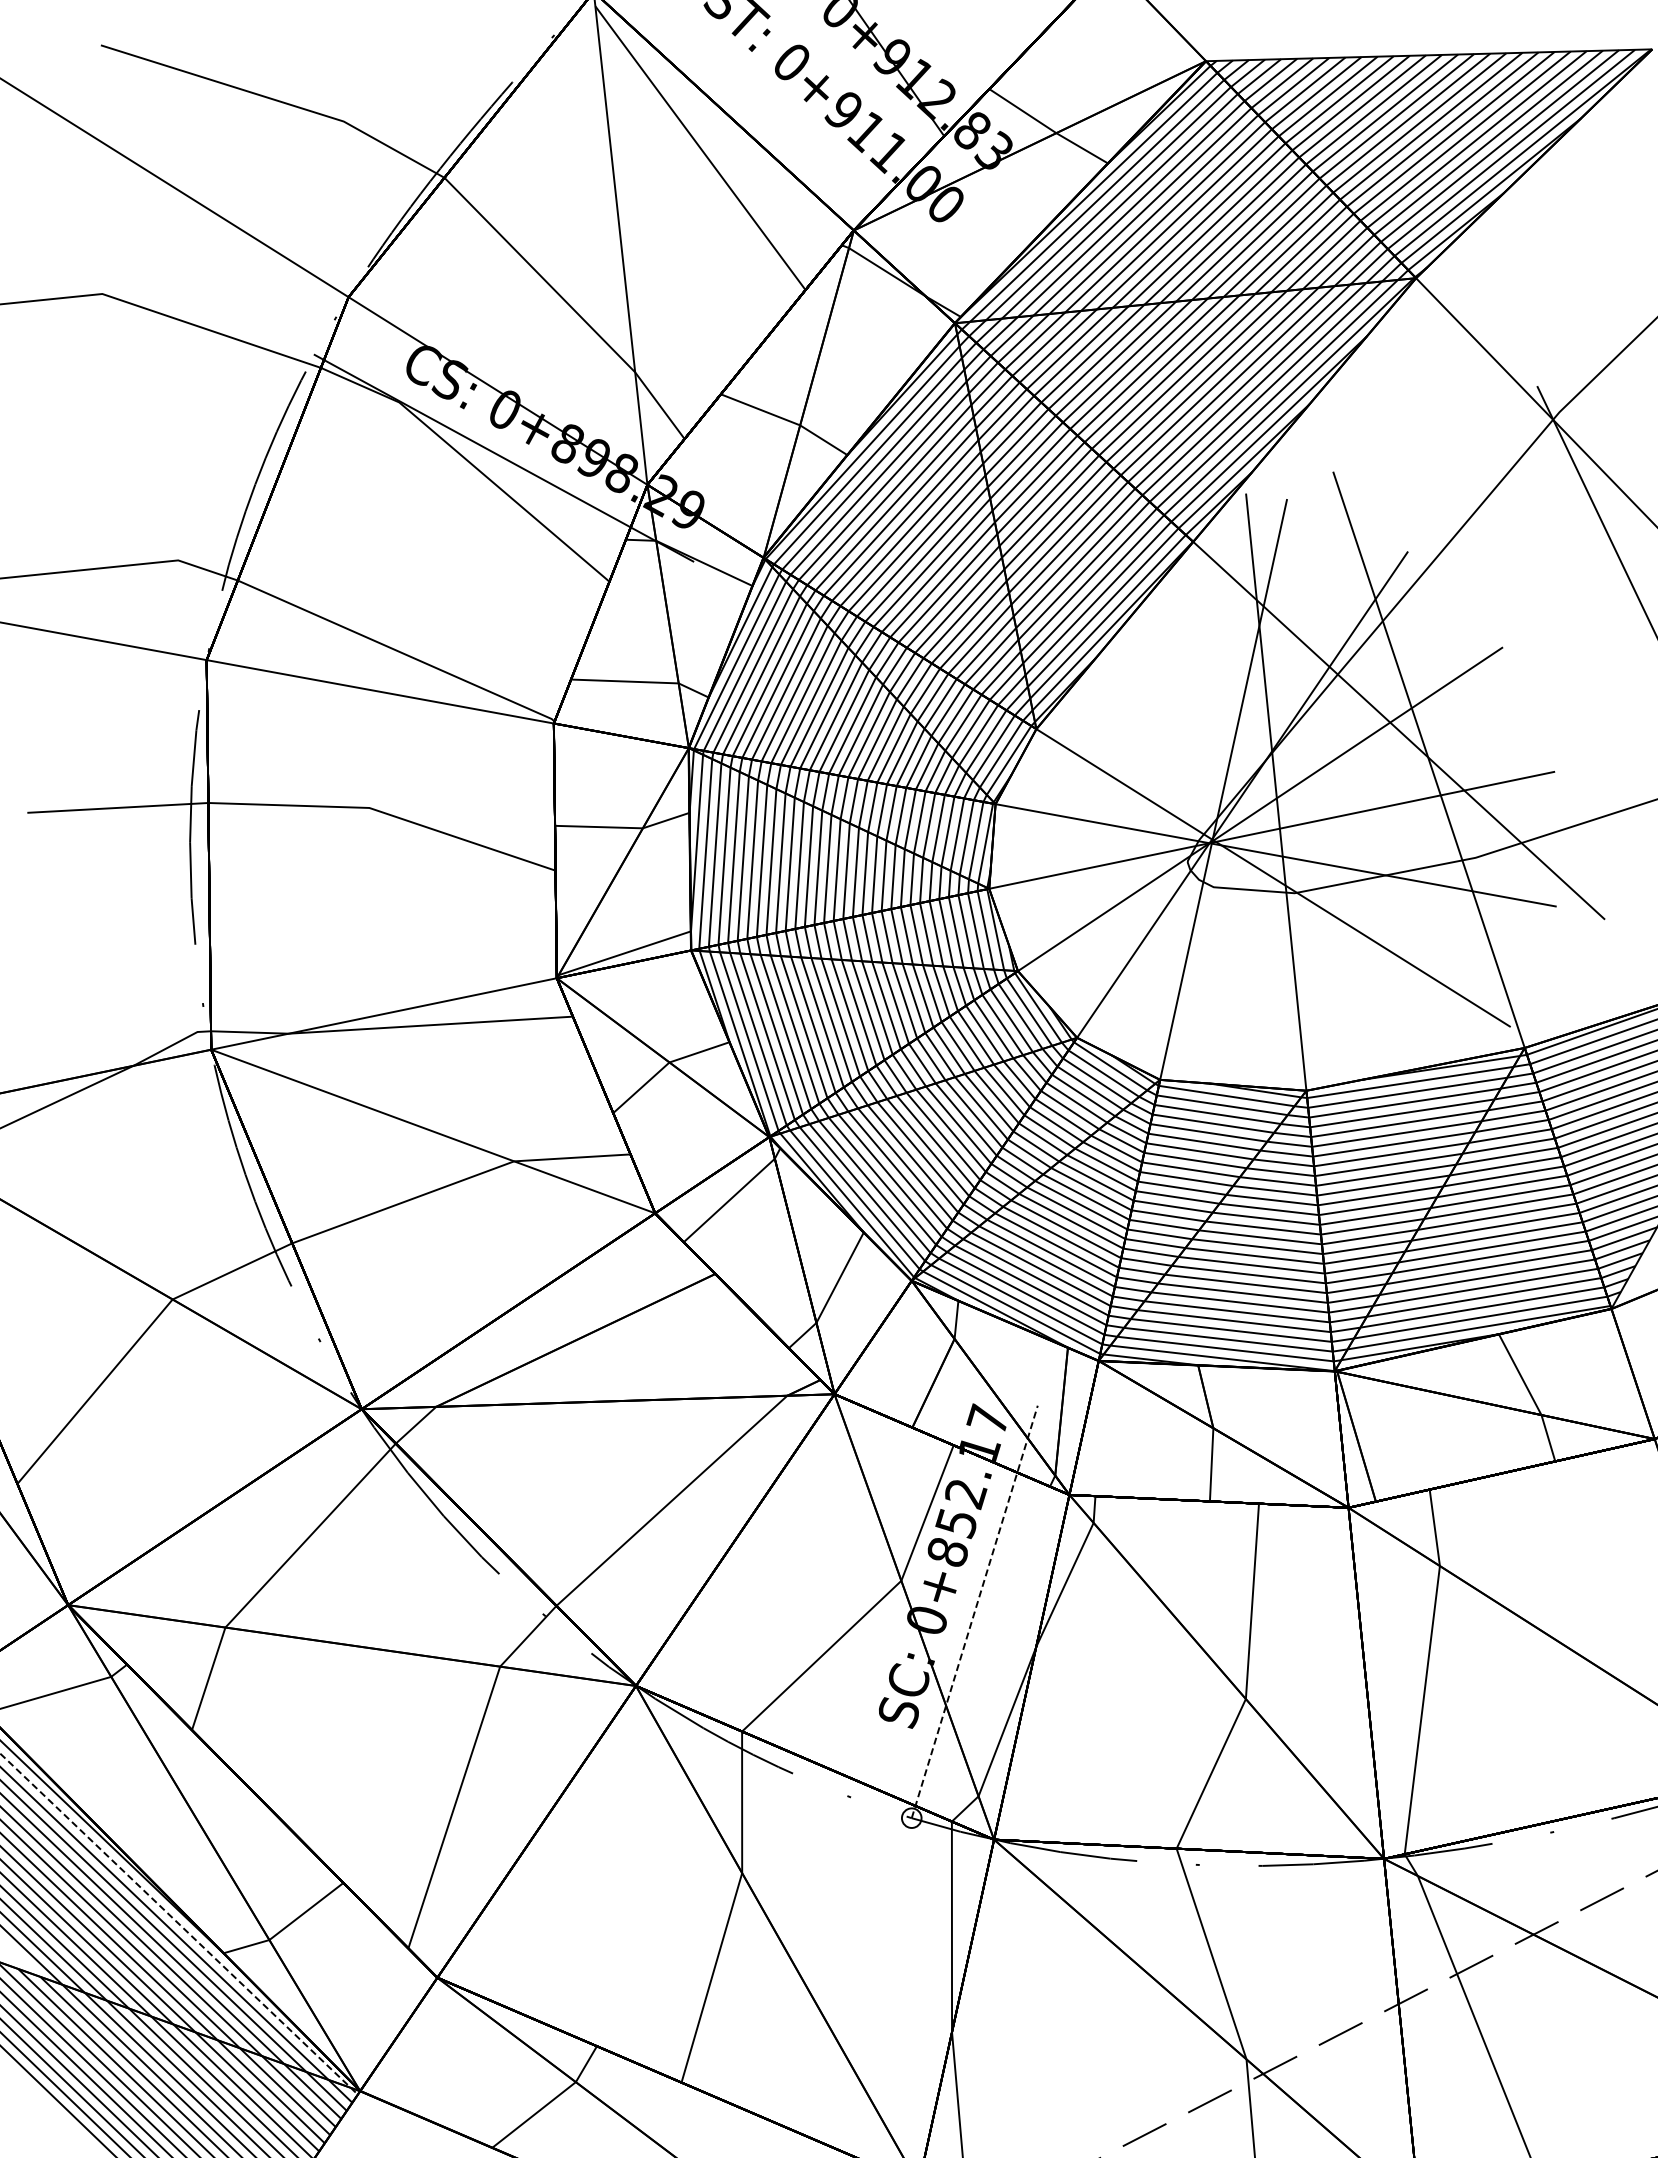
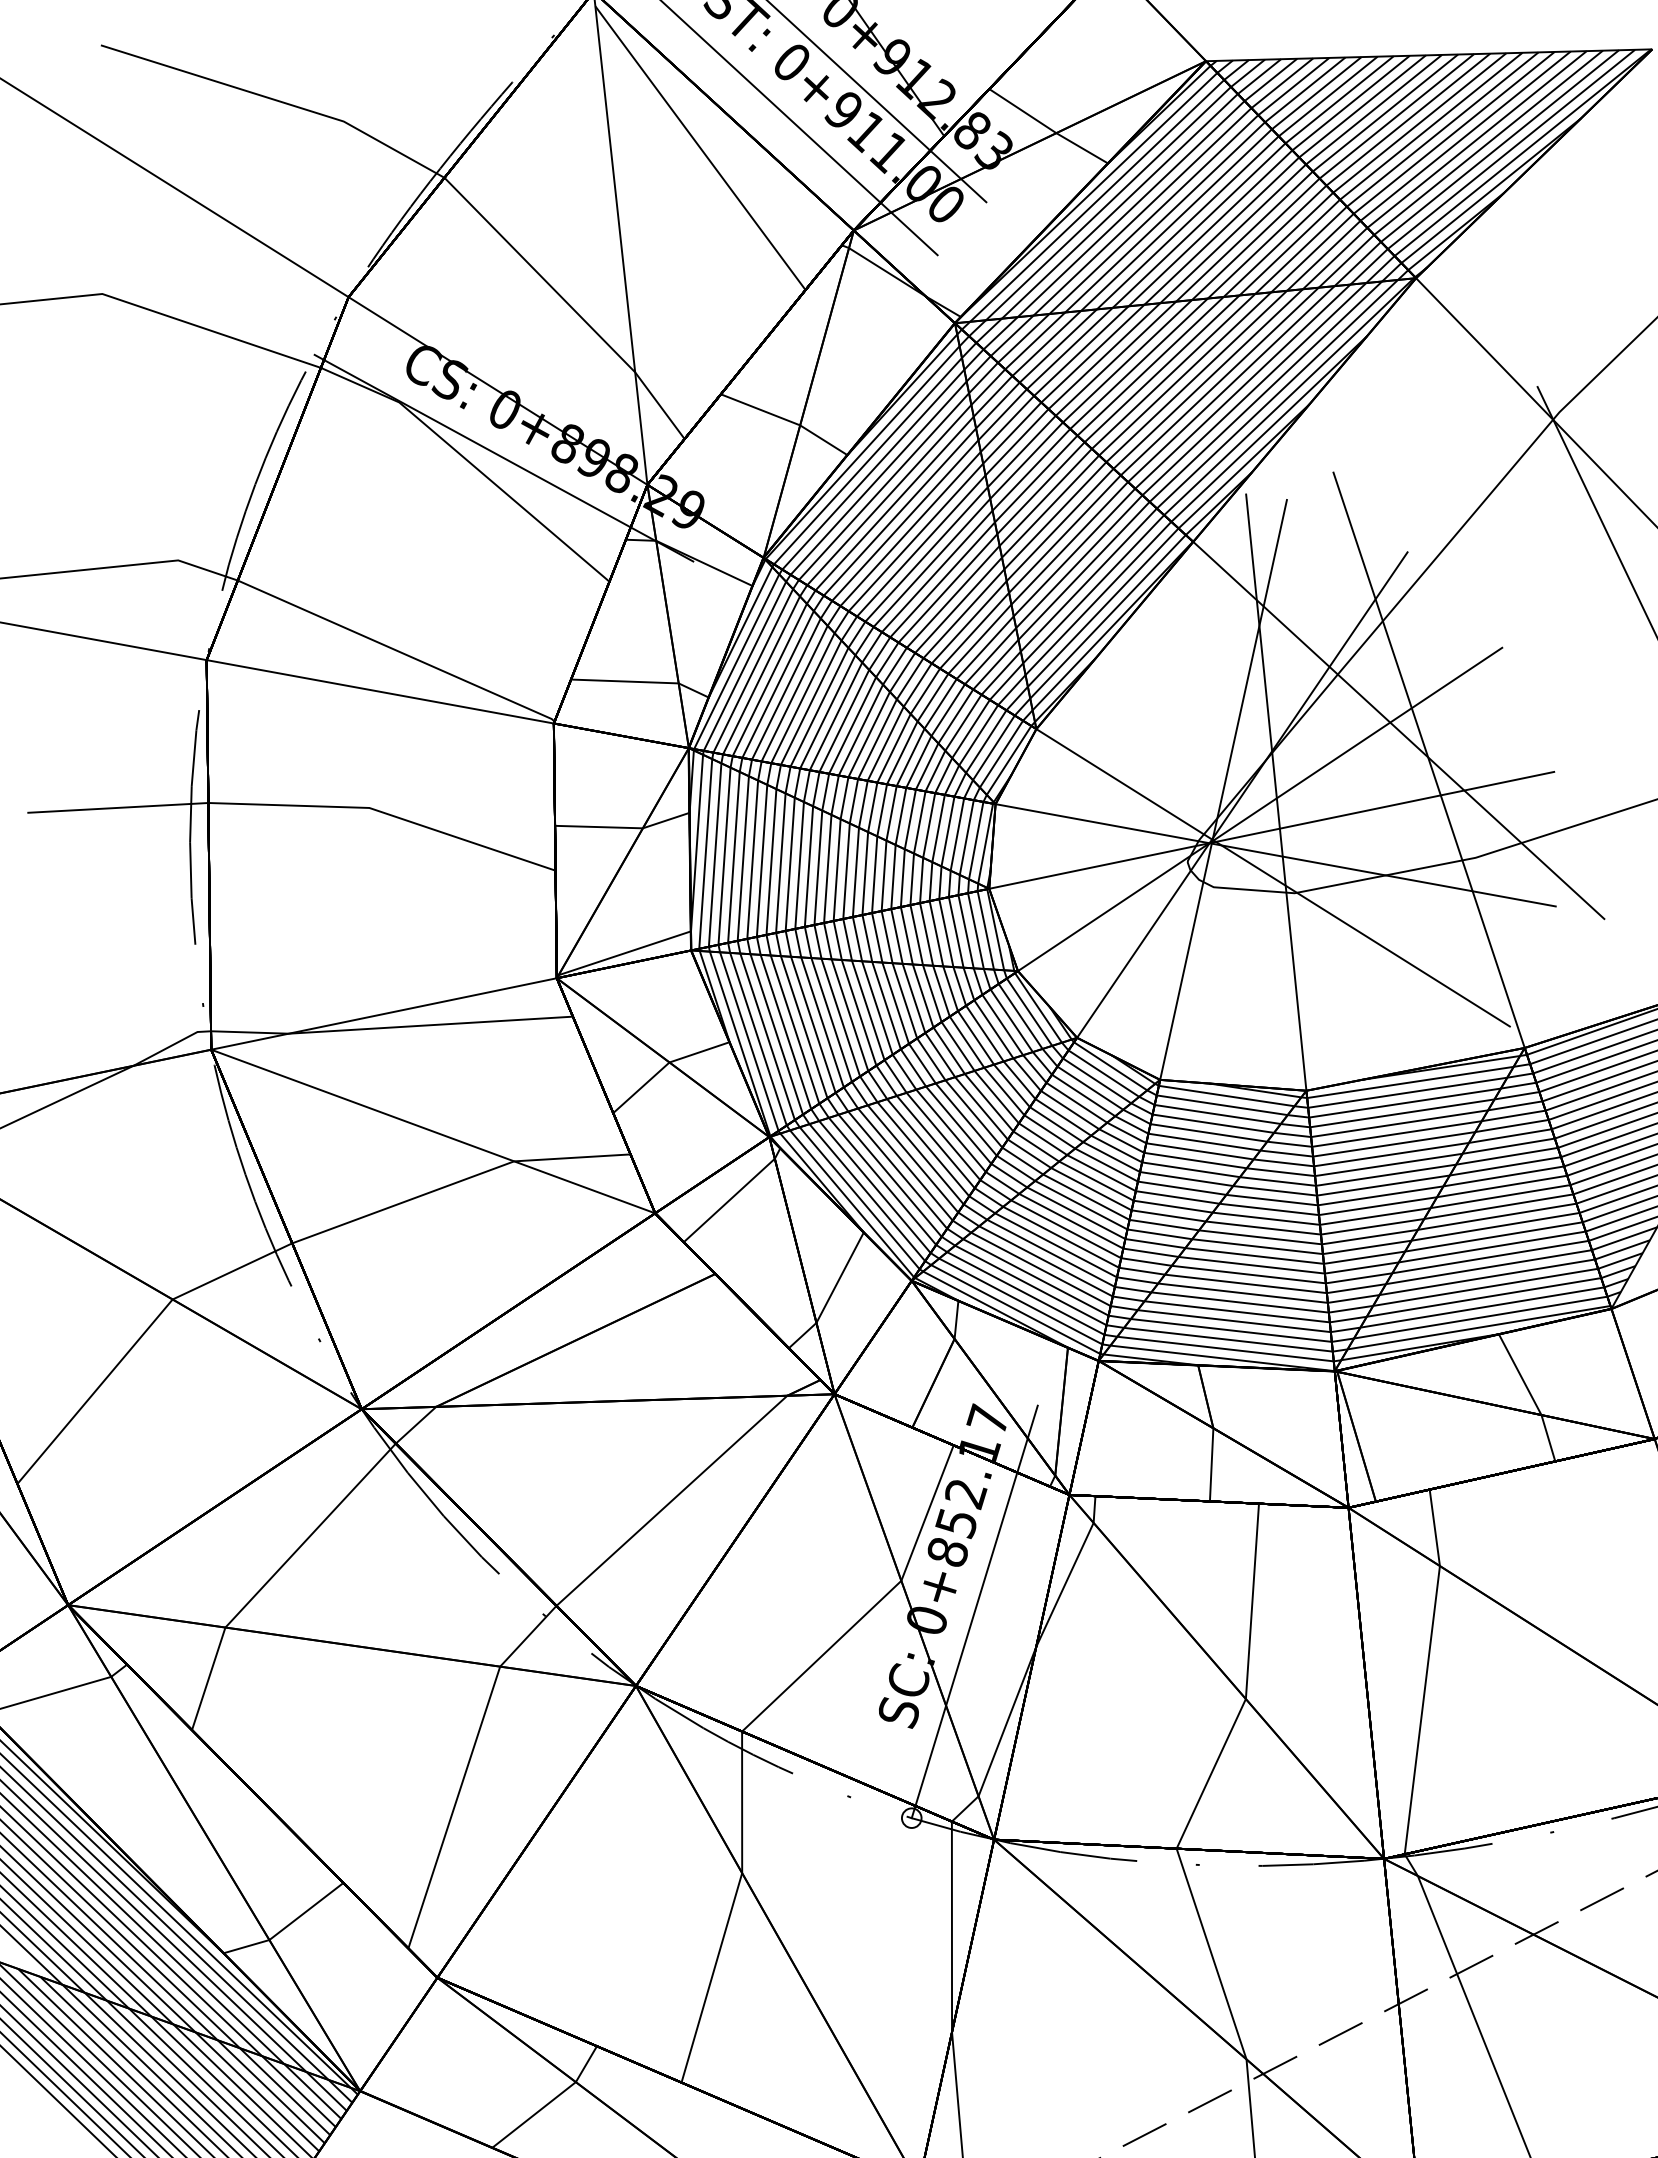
line at (877, 102): none -> present
line at (799, 128): none -> present
line at (974, 1611): dashed -> solid
line at (179, 1924): dashed -> solid
